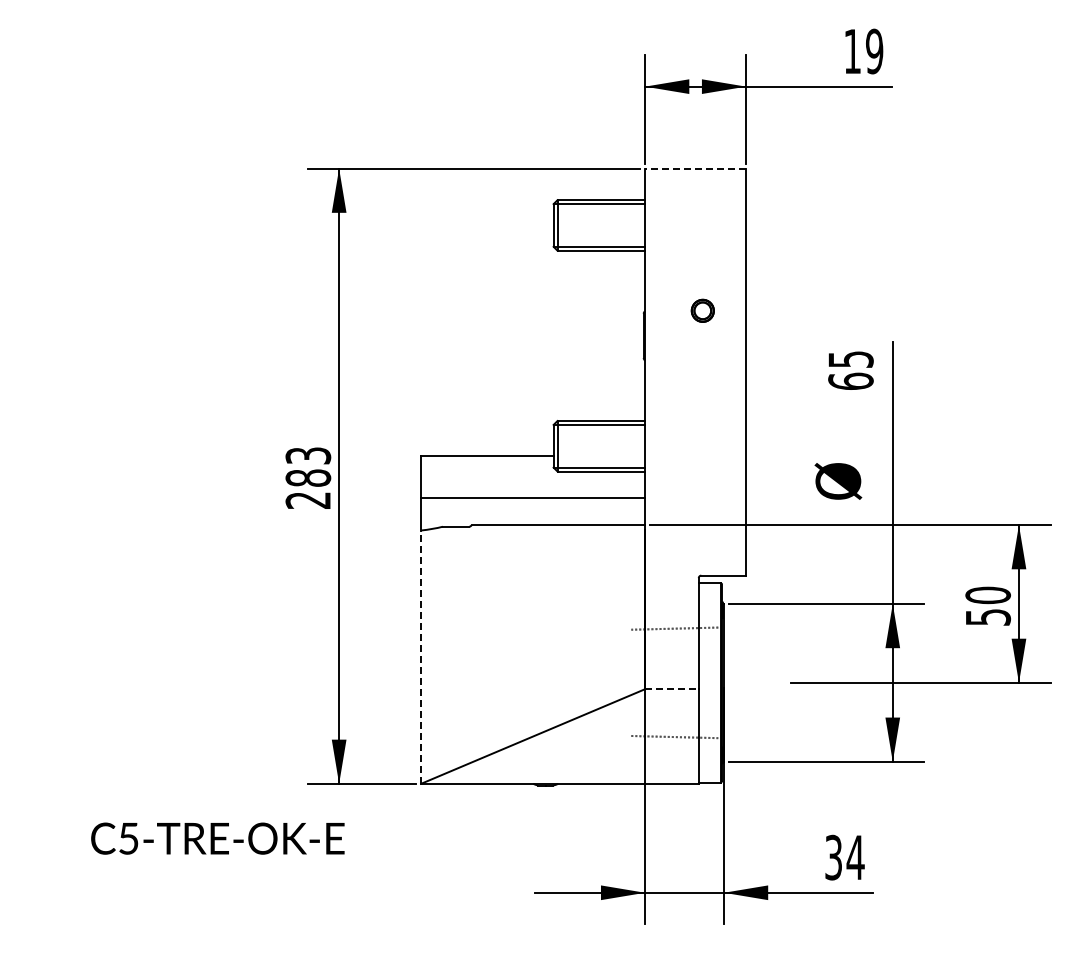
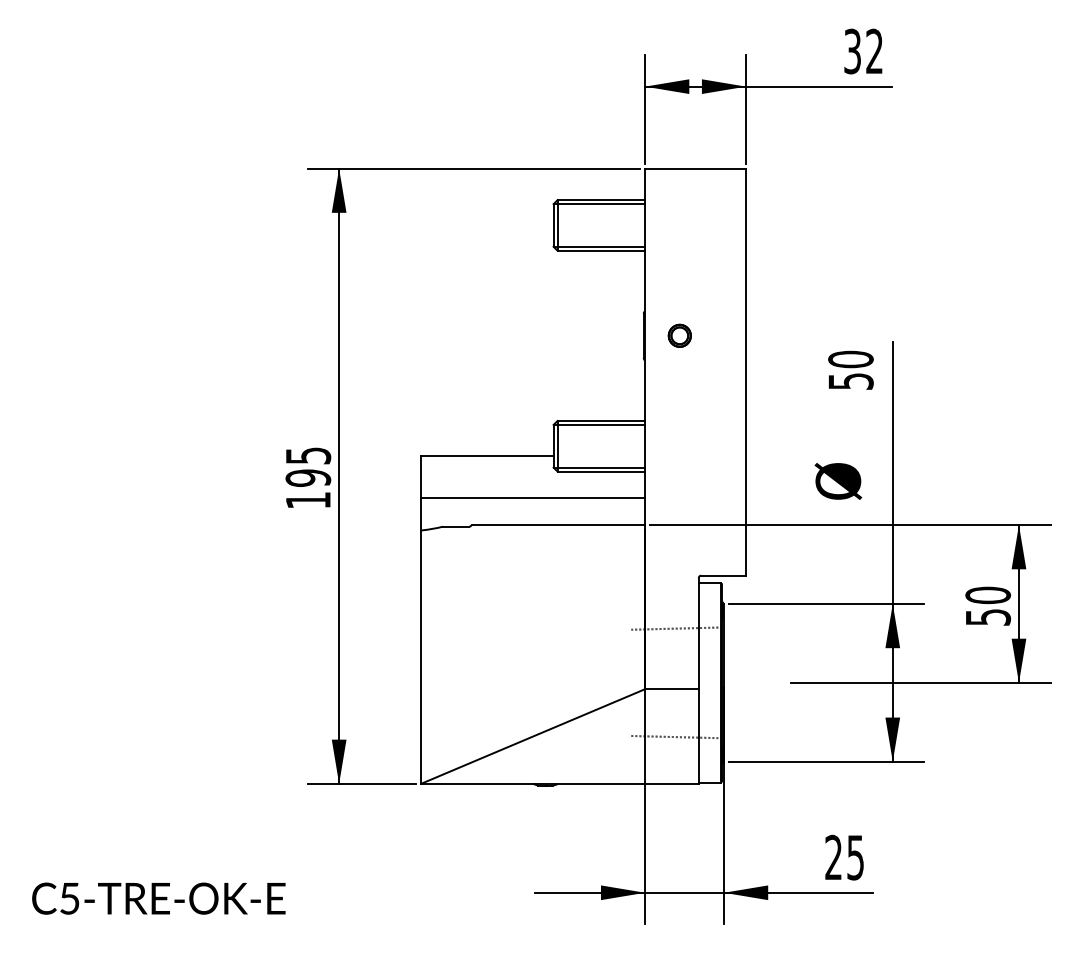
text at (863, 51): 19 -> 32
line at (695, 168): dashed -> solid
part at (702, 310) position: (702, 310) -> (679, 335)
text at (850, 369): 65 -> 50
text at (308, 477): 283 -> 195
line at (421, 657): dashed -> solid
line at (671, 689): dashed -> solid
text at (217, 838) position: (217, 838) -> (158, 898)
text at (844, 857): 34 -> 25
